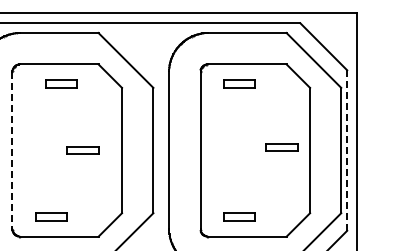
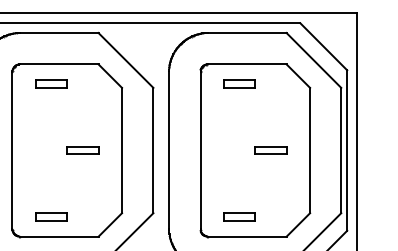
part at (61, 83) position: (61, 83) -> (51, 83)
part at (281, 147) position: (281, 147) -> (270, 150)
line at (347, 150): dashed -> solid
line at (12, 151): dashed -> solid
